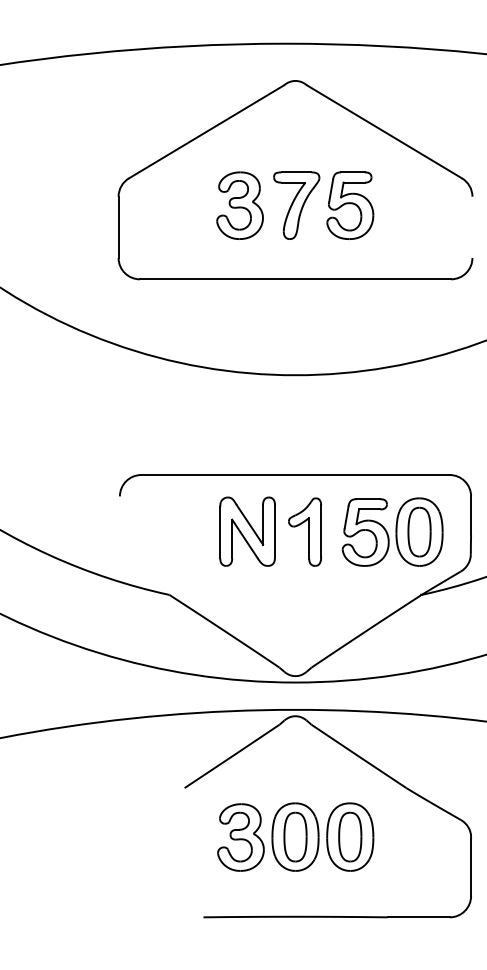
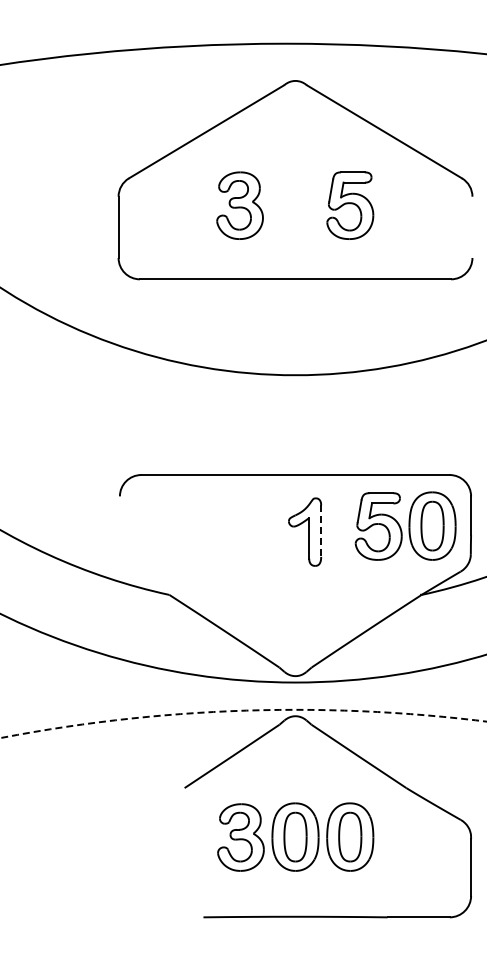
part at (296, 205): present -> none
part at (247, 531): present -> none
line at (321, 531): solid -> dashed
part at (392, 531) position: (392, 531) -> (405, 525)
arc at (241, 710): solid -> dashed
